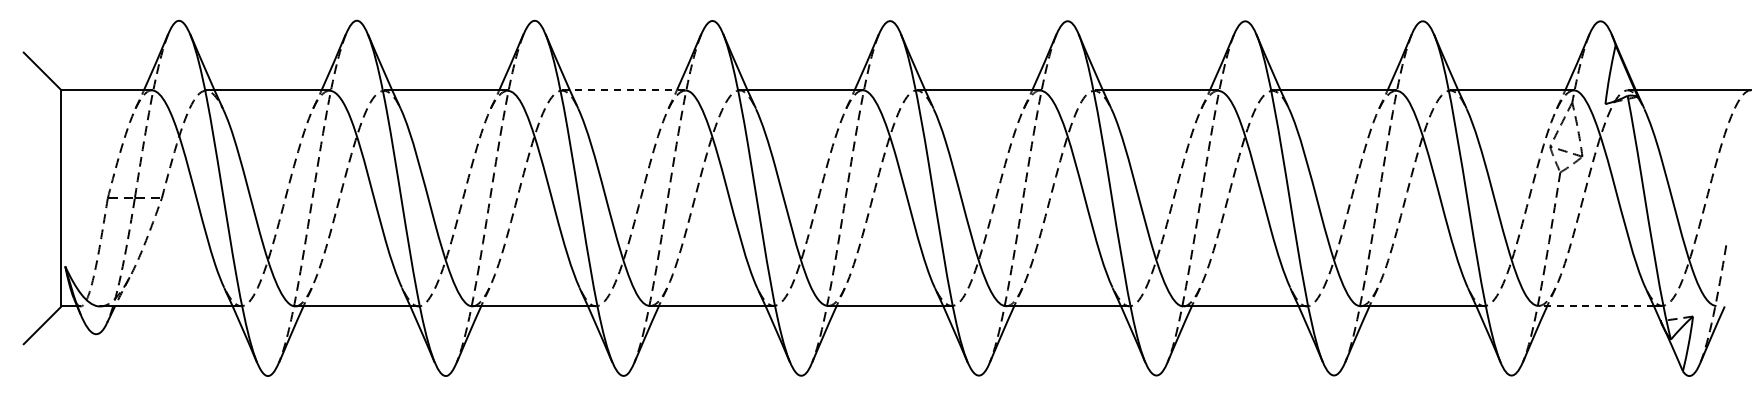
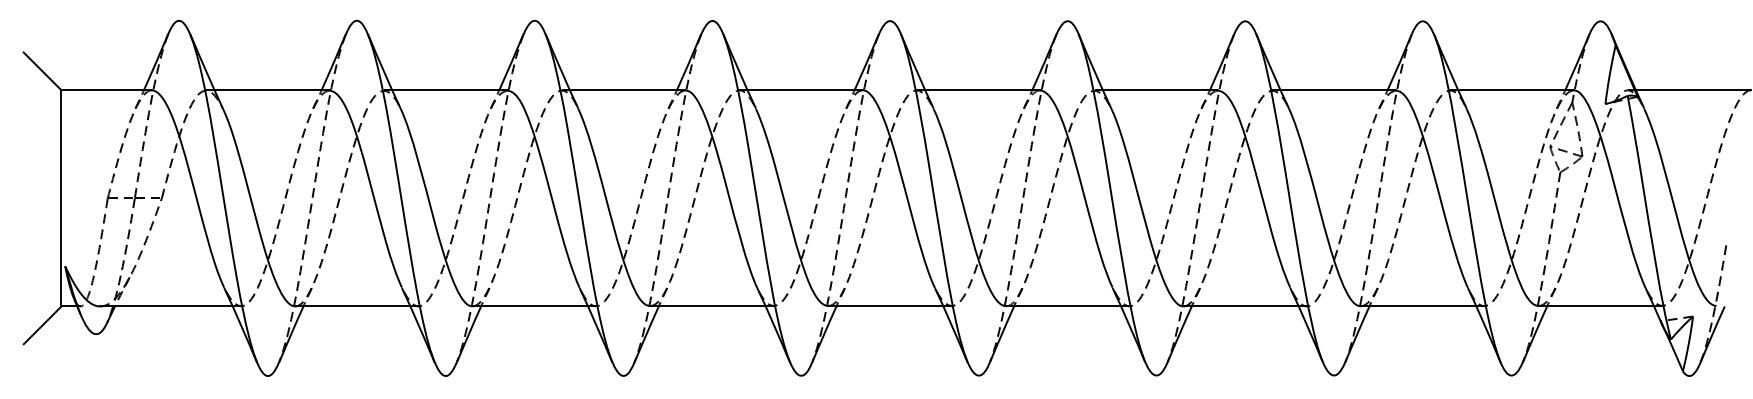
line at (627, 90): dashed -> solid
line at (1596, 306): dashed -> solid
